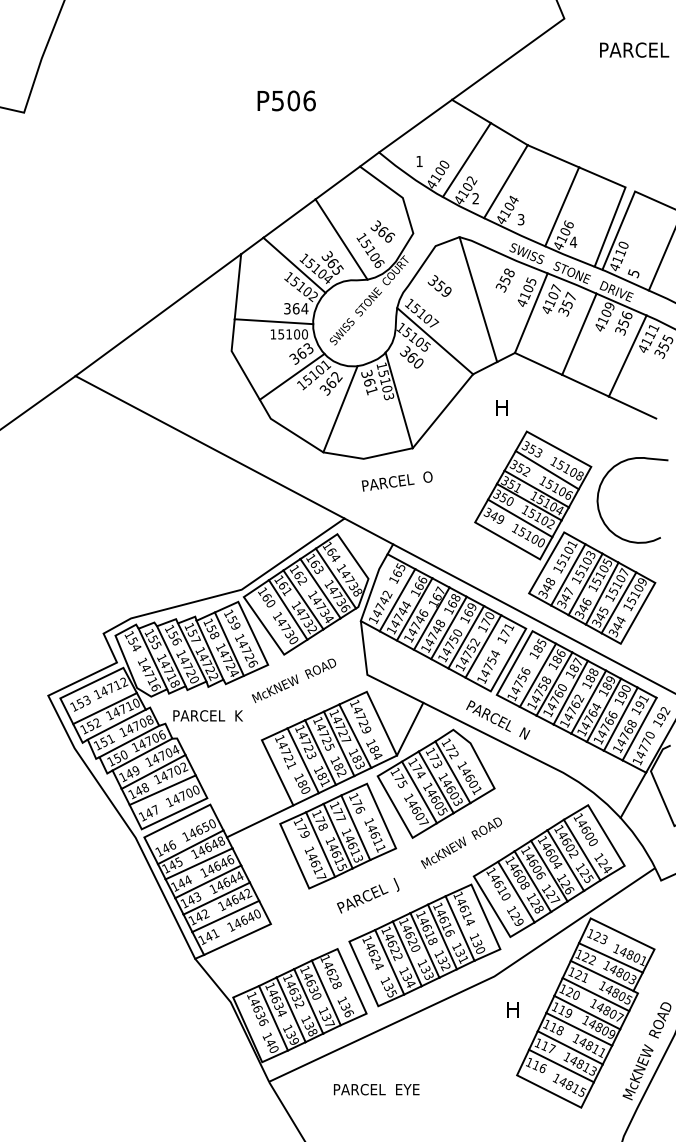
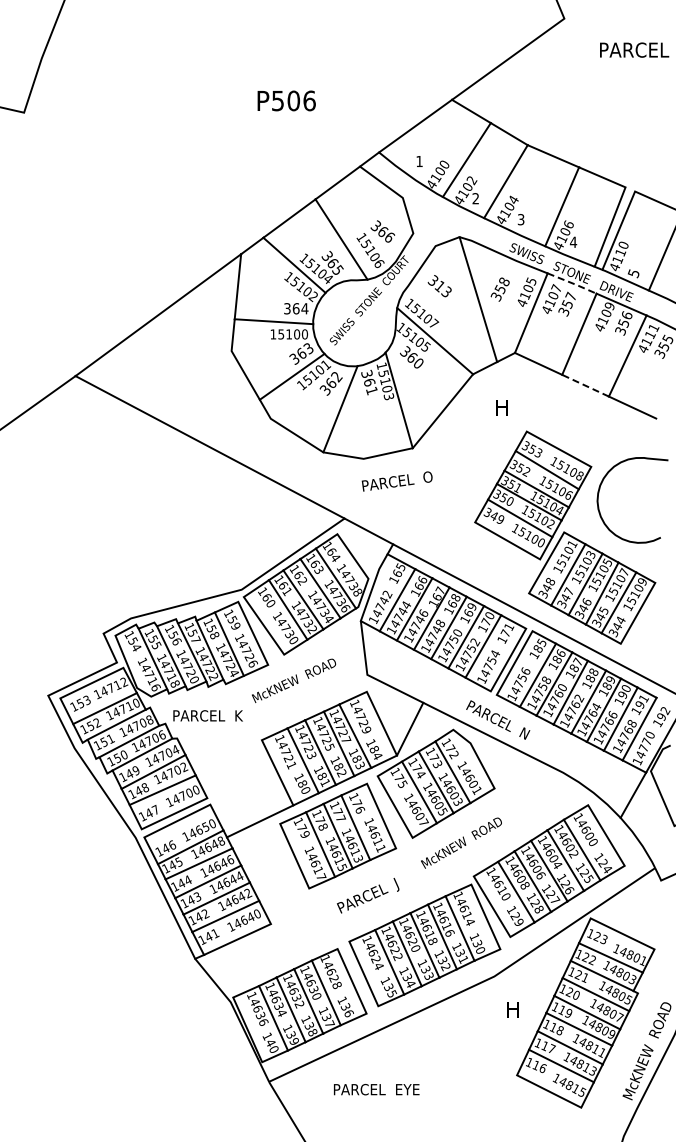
text at (504, 280) position: (504, 280) -> (499, 289)
line at (573, 283): solid -> dashed
text at (442, 288): 359 -> 313
line at (585, 385): solid -> dashed
